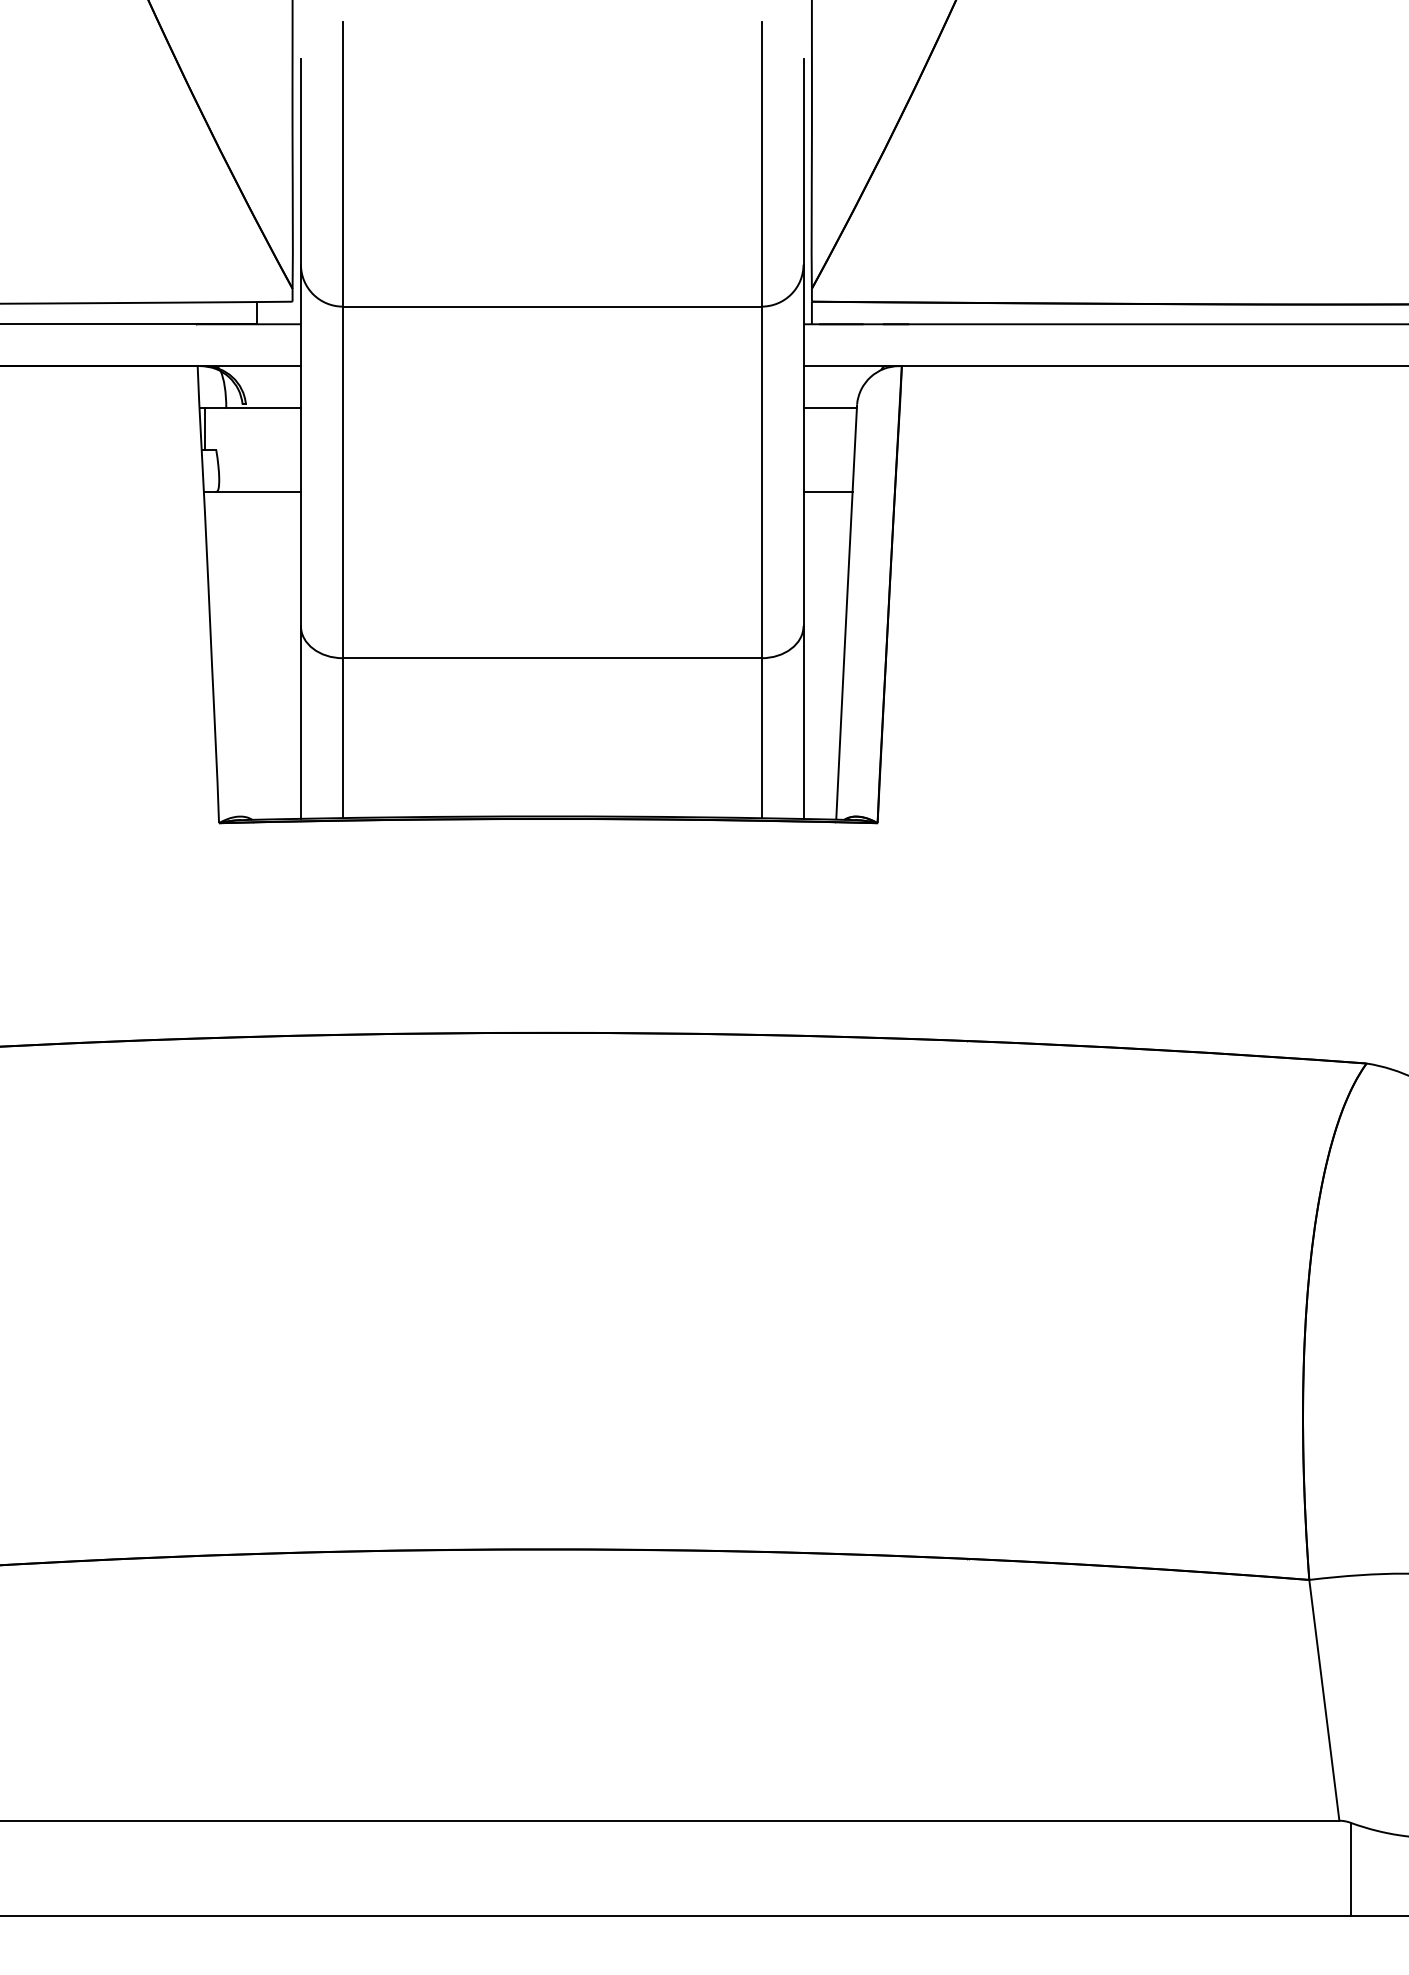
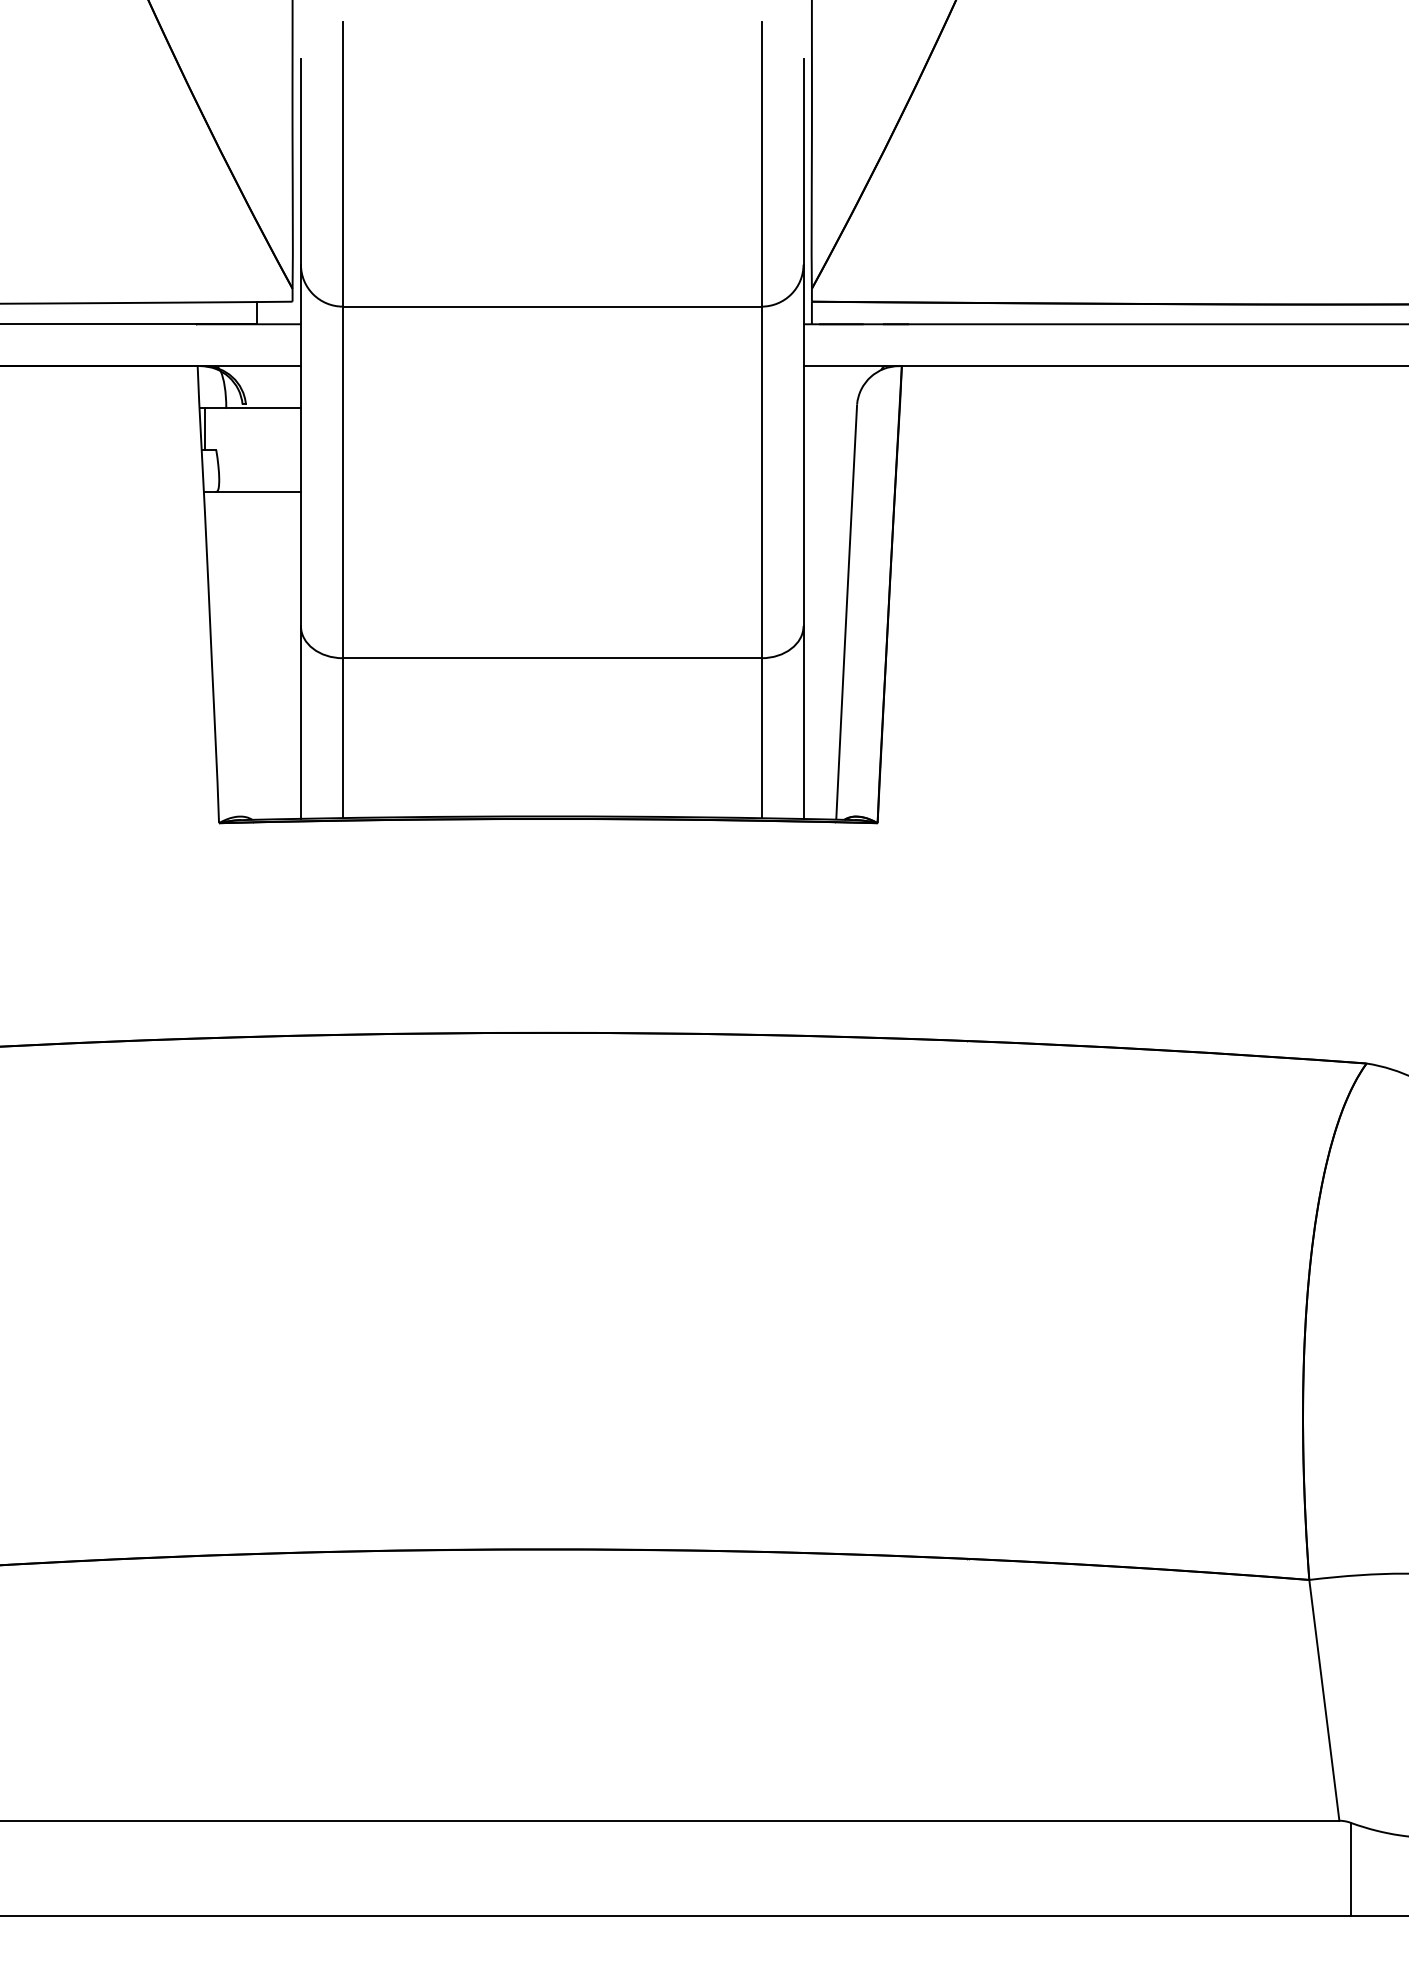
line at (829, 408): present -> none
line at (827, 491): present -> none
